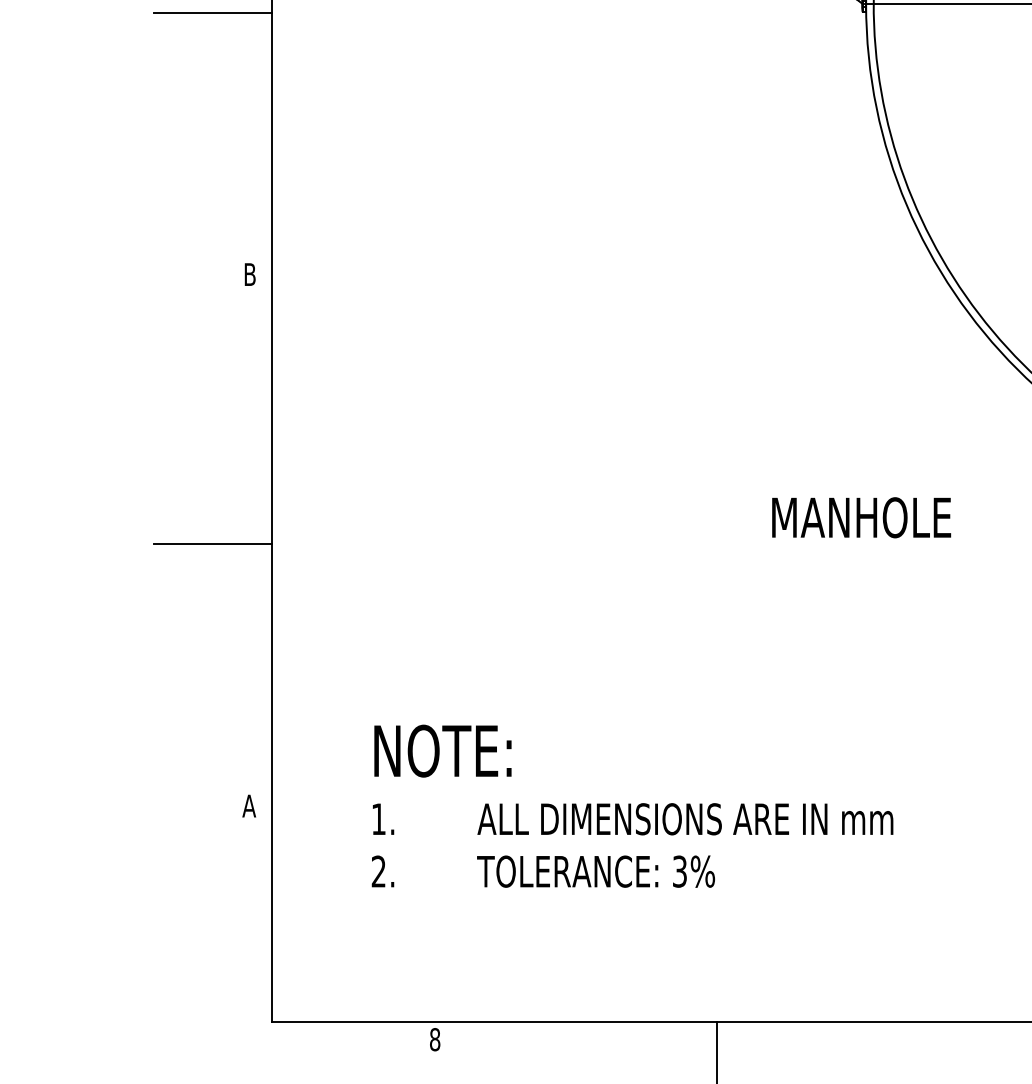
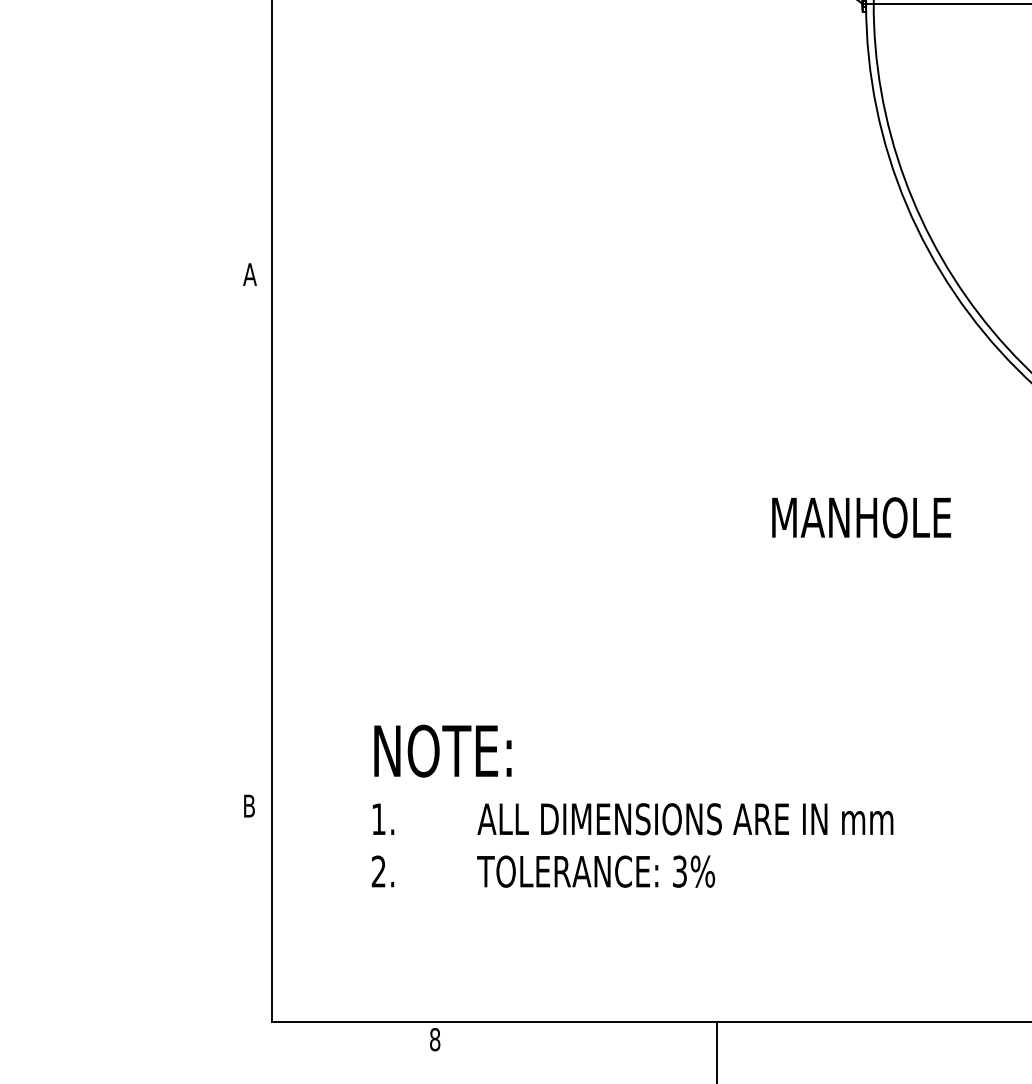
line at (212, 12): present -> none
text at (249, 274): B -> A
line at (212, 544): present -> none
text at (249, 805): A -> B
